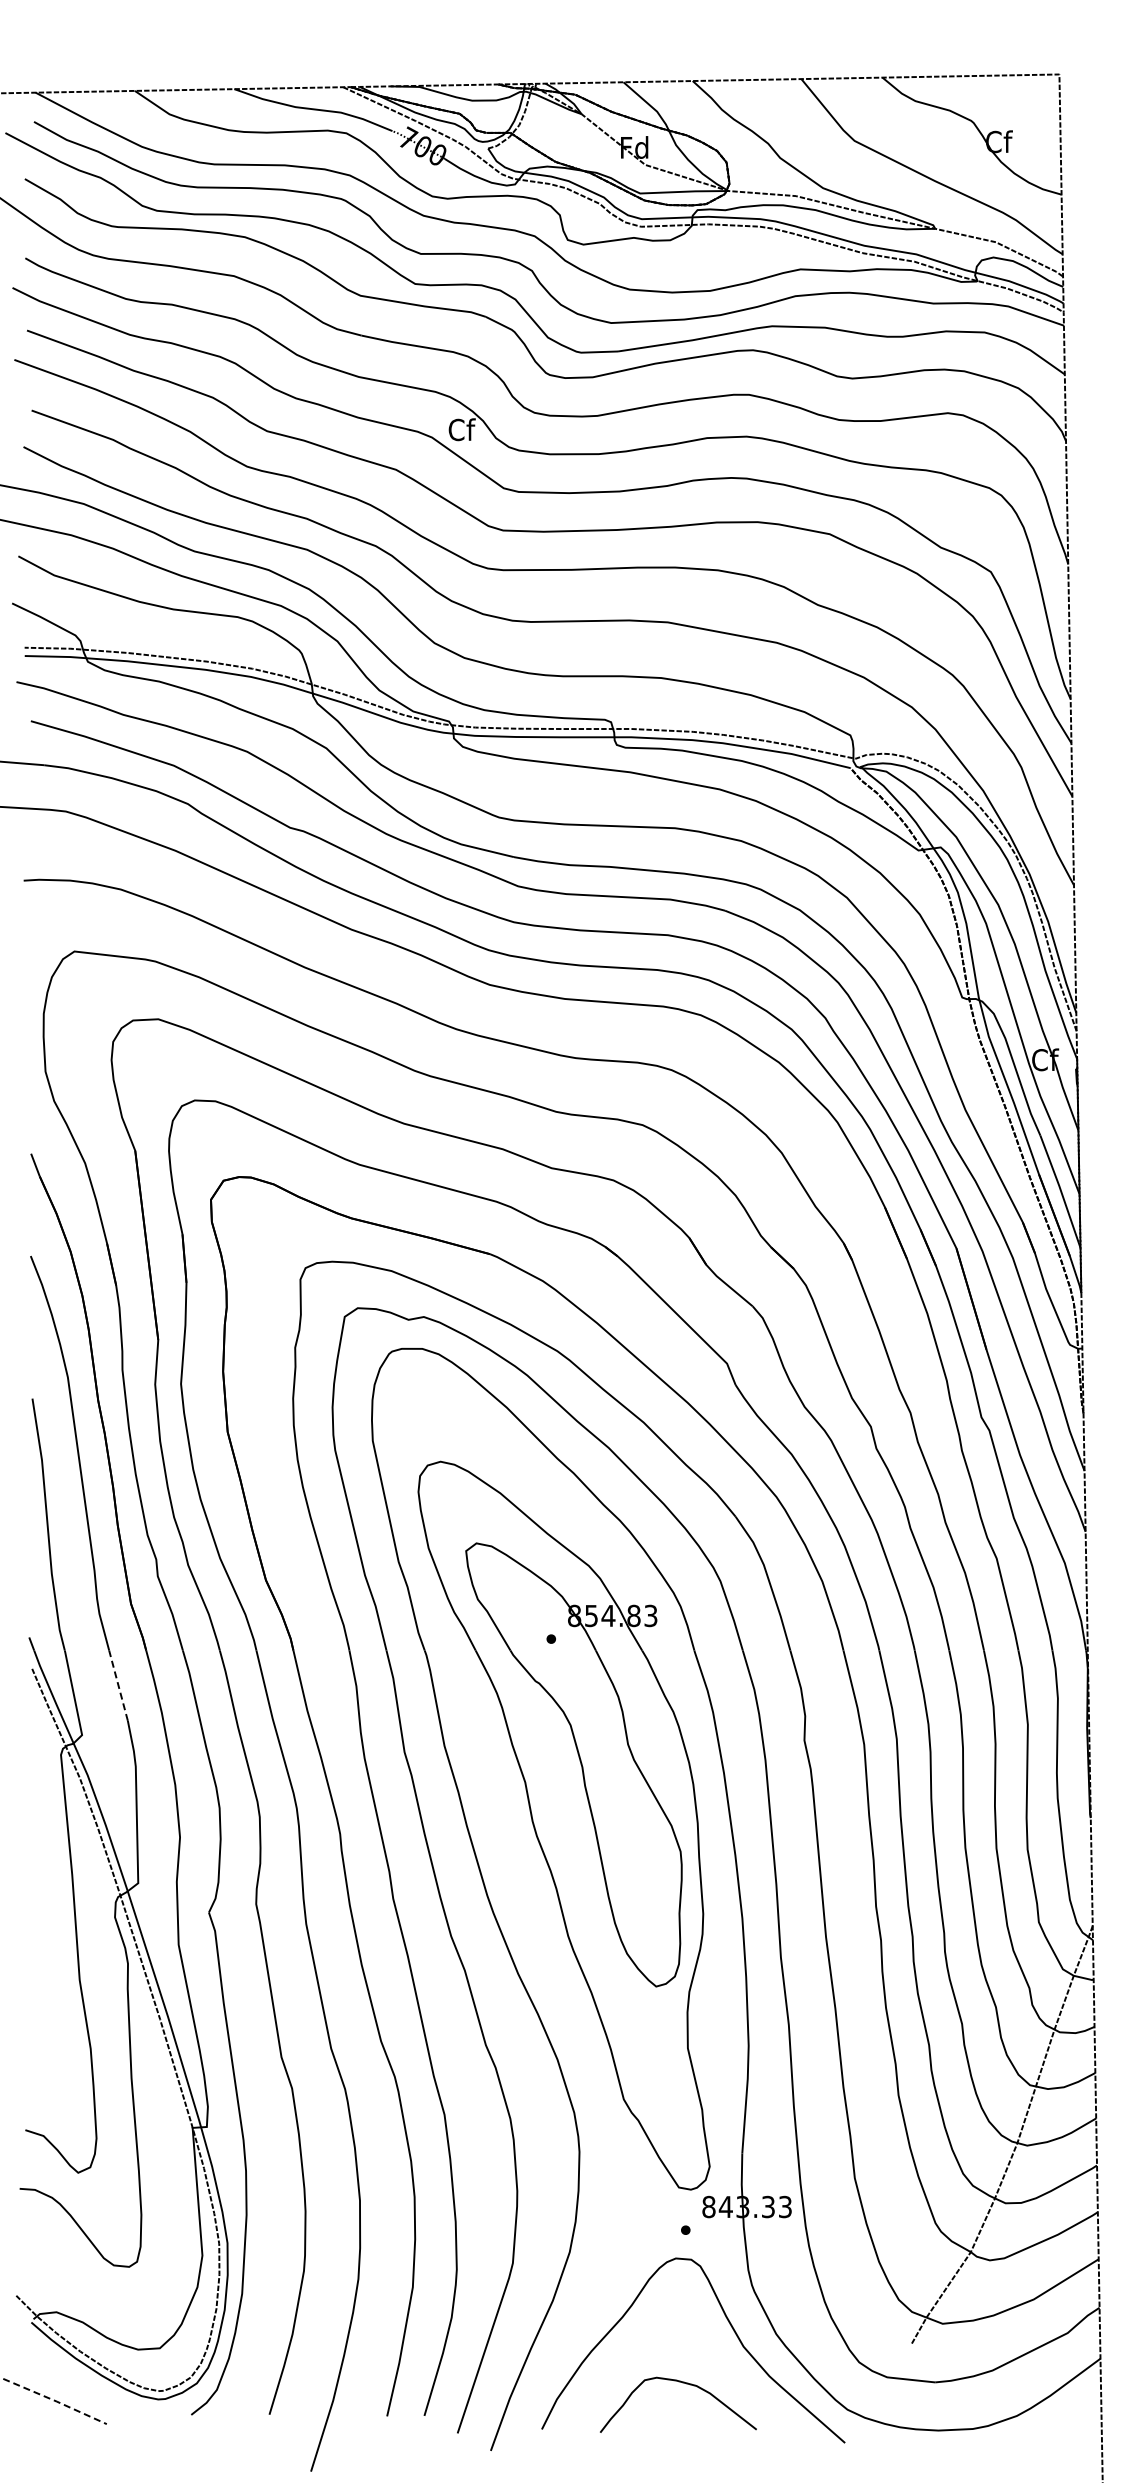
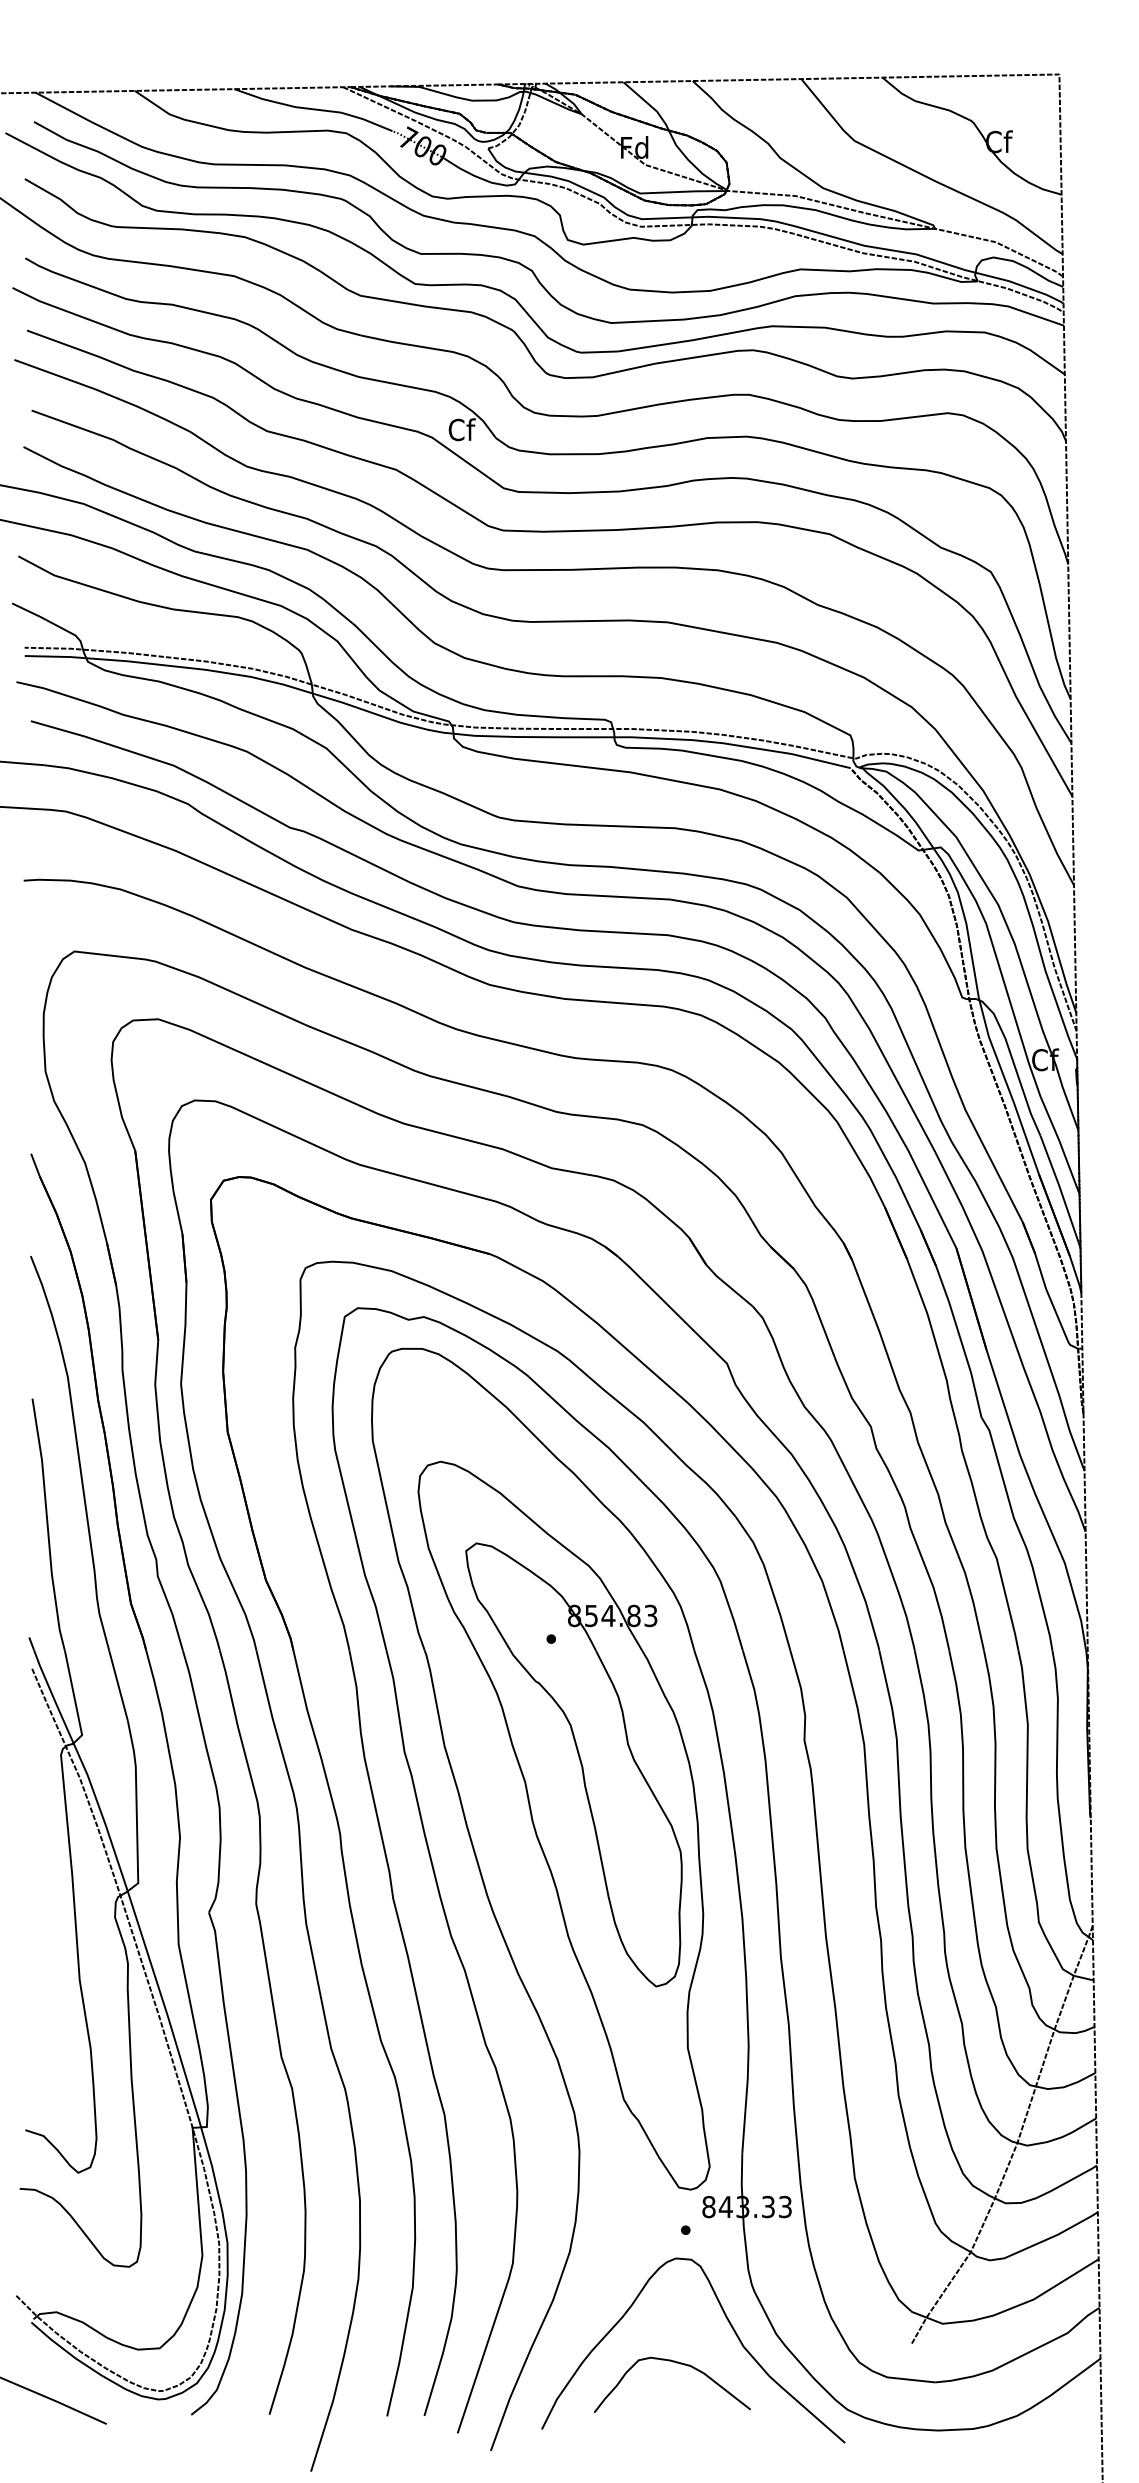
line at (118, 1685): dashed -> solid
curve at (682, 2383) position: (682, 2383) -> (676, 2363)
line at (54, 2400): dashed -> solid
